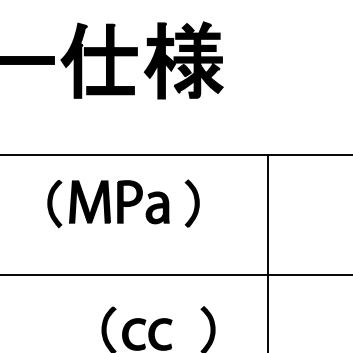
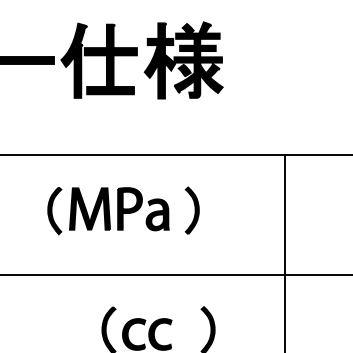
part at (123, 203) position: (123, 203) -> (123, 210)
line at (268, 252) position: (268, 252) -> (285, 252)
